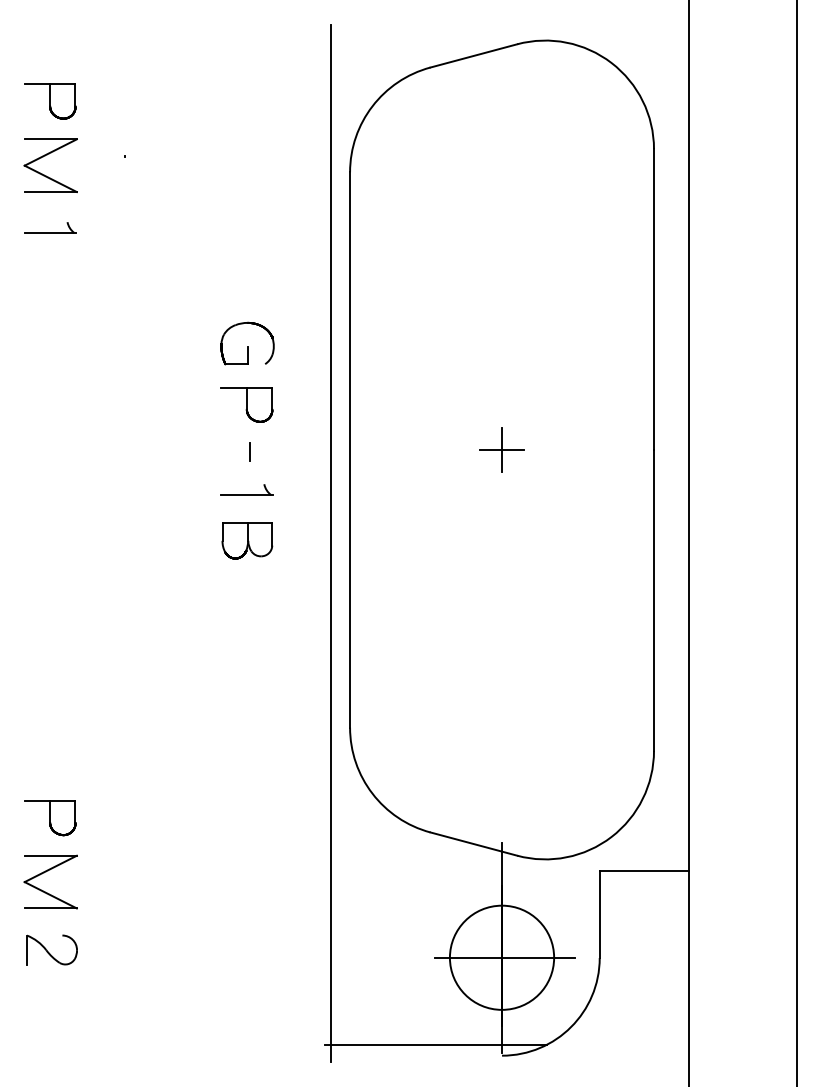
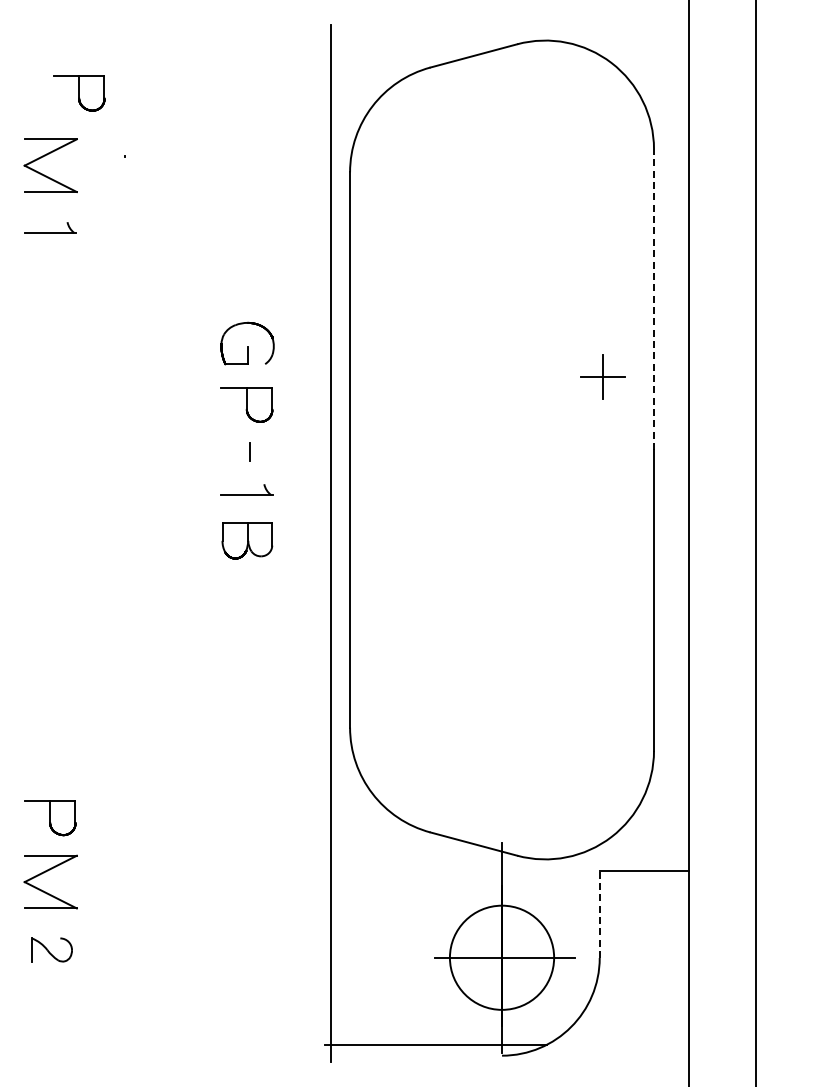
part at (50, 101) position: (50, 101) -> (79, 93)
line at (654, 299): solid -> dashed
part at (501, 449) position: (501, 449) -> (602, 376)
line at (797, 542) position: (797, 542) -> (756, 542)
line at (599, 914): solid -> dashed
part at (51, 949) size: 52x32 px -> 42x26 px
